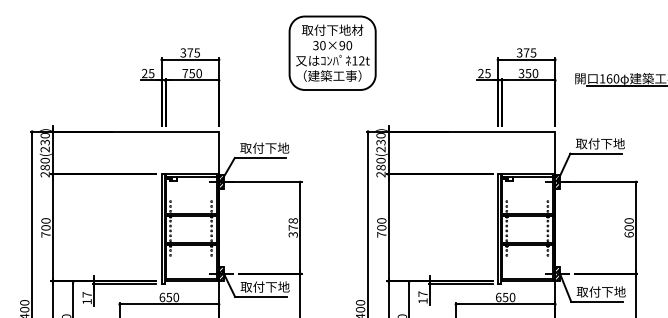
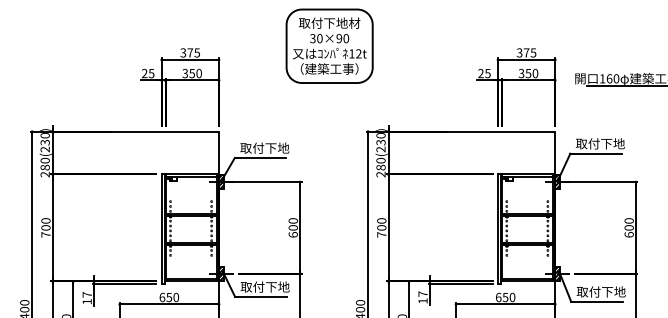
part at (332, 52) position: (332, 52) -> (329, 45)
text at (185, 73): 750 -> 350
text at (292, 227): 378 -> 600
